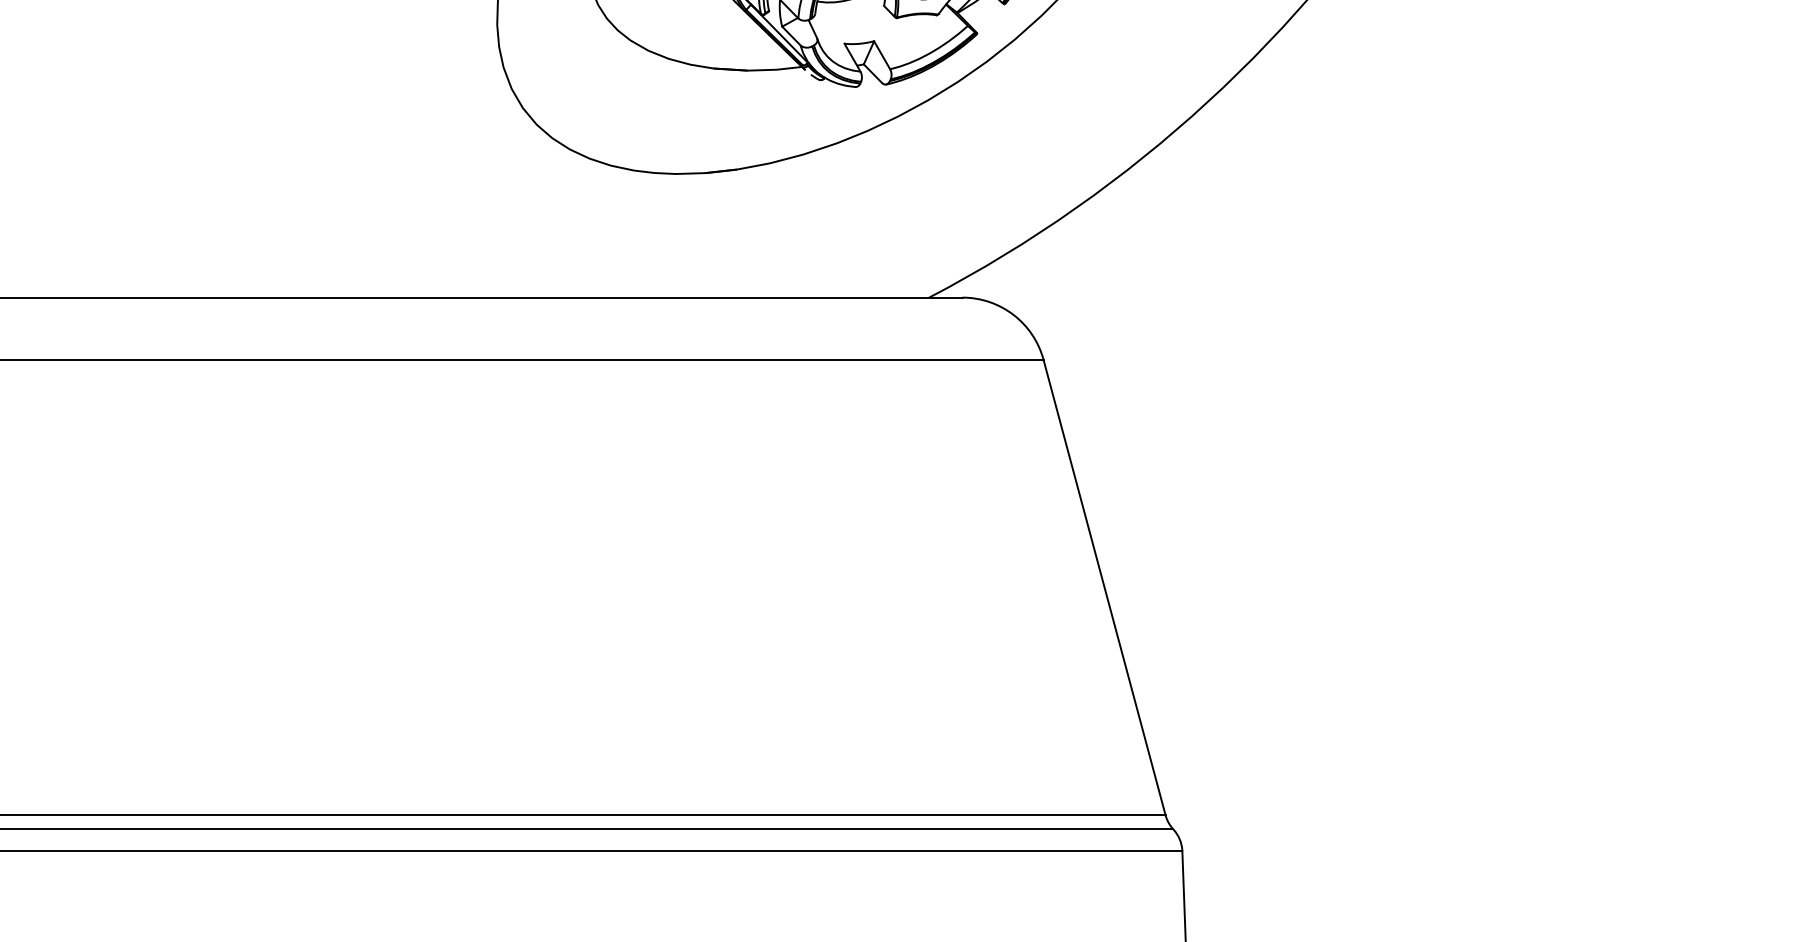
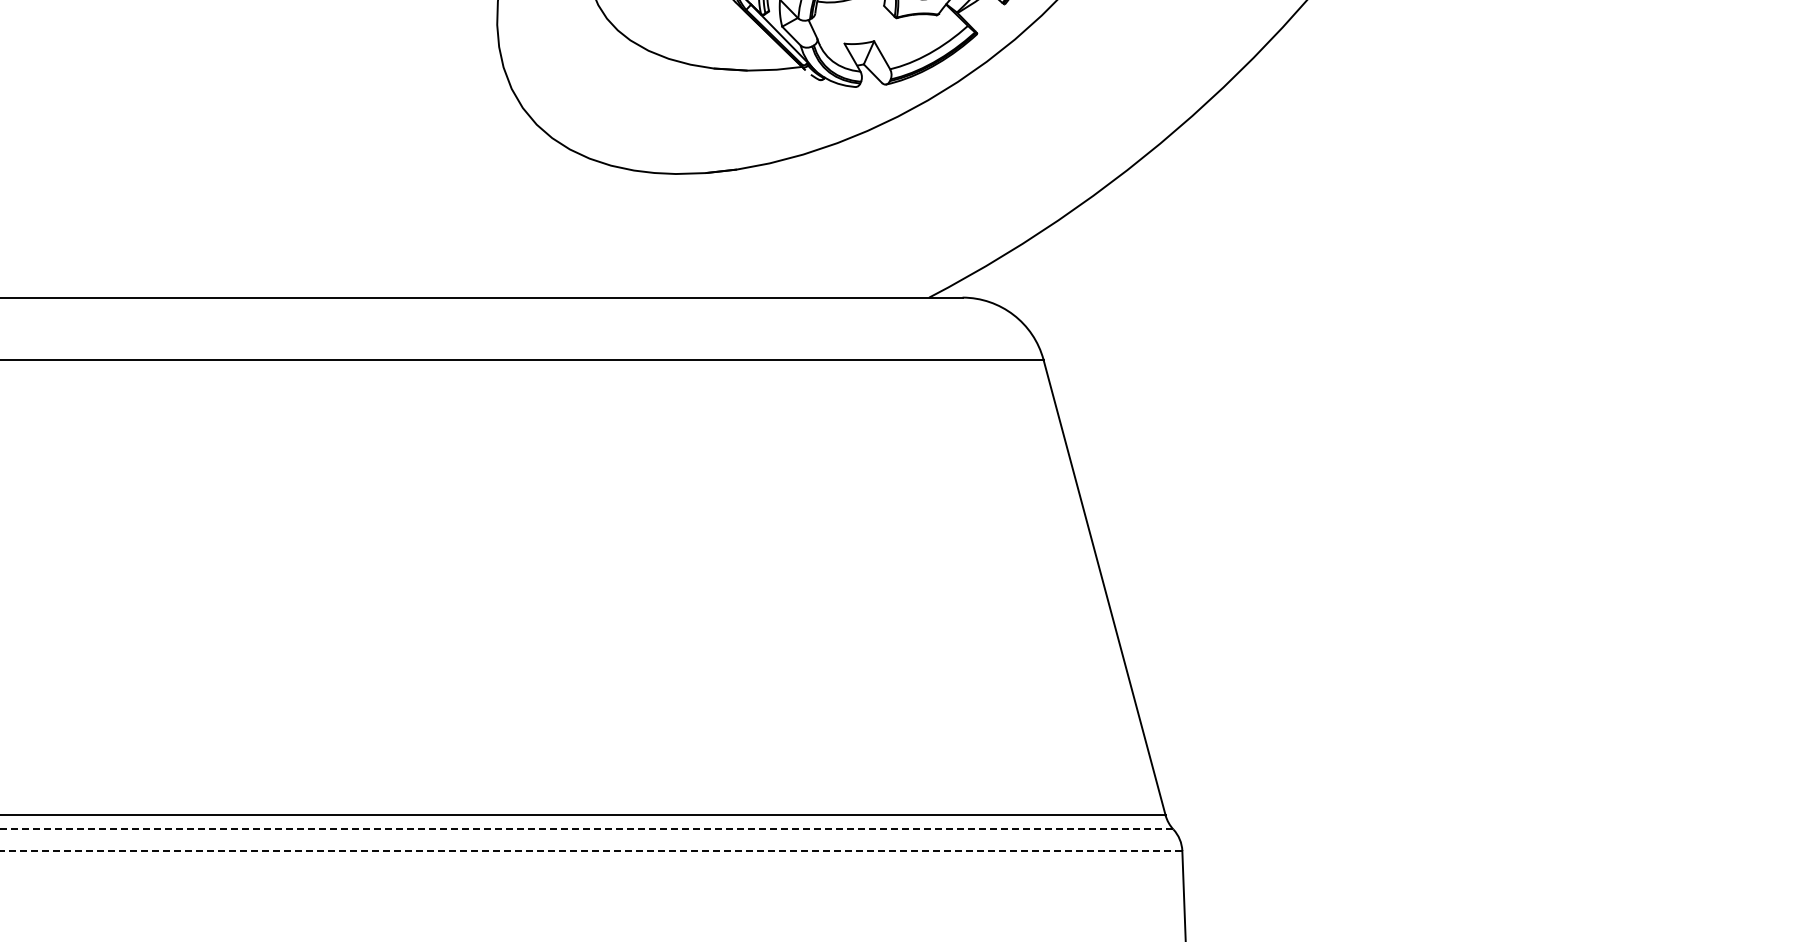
line at (586, 829): solid -> dashed
line at (591, 851): solid -> dashed
